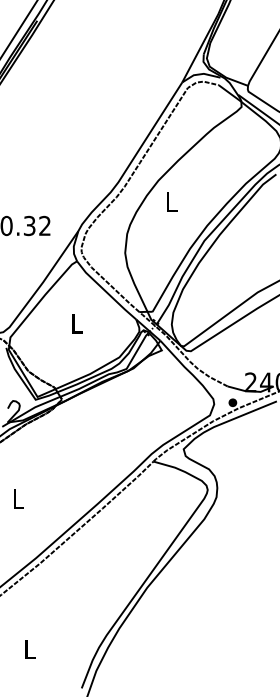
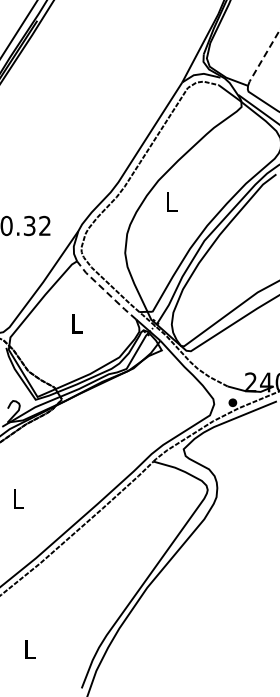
line at (263, 58): solid -> dashed
line at (105, 291): solid -> dashed
